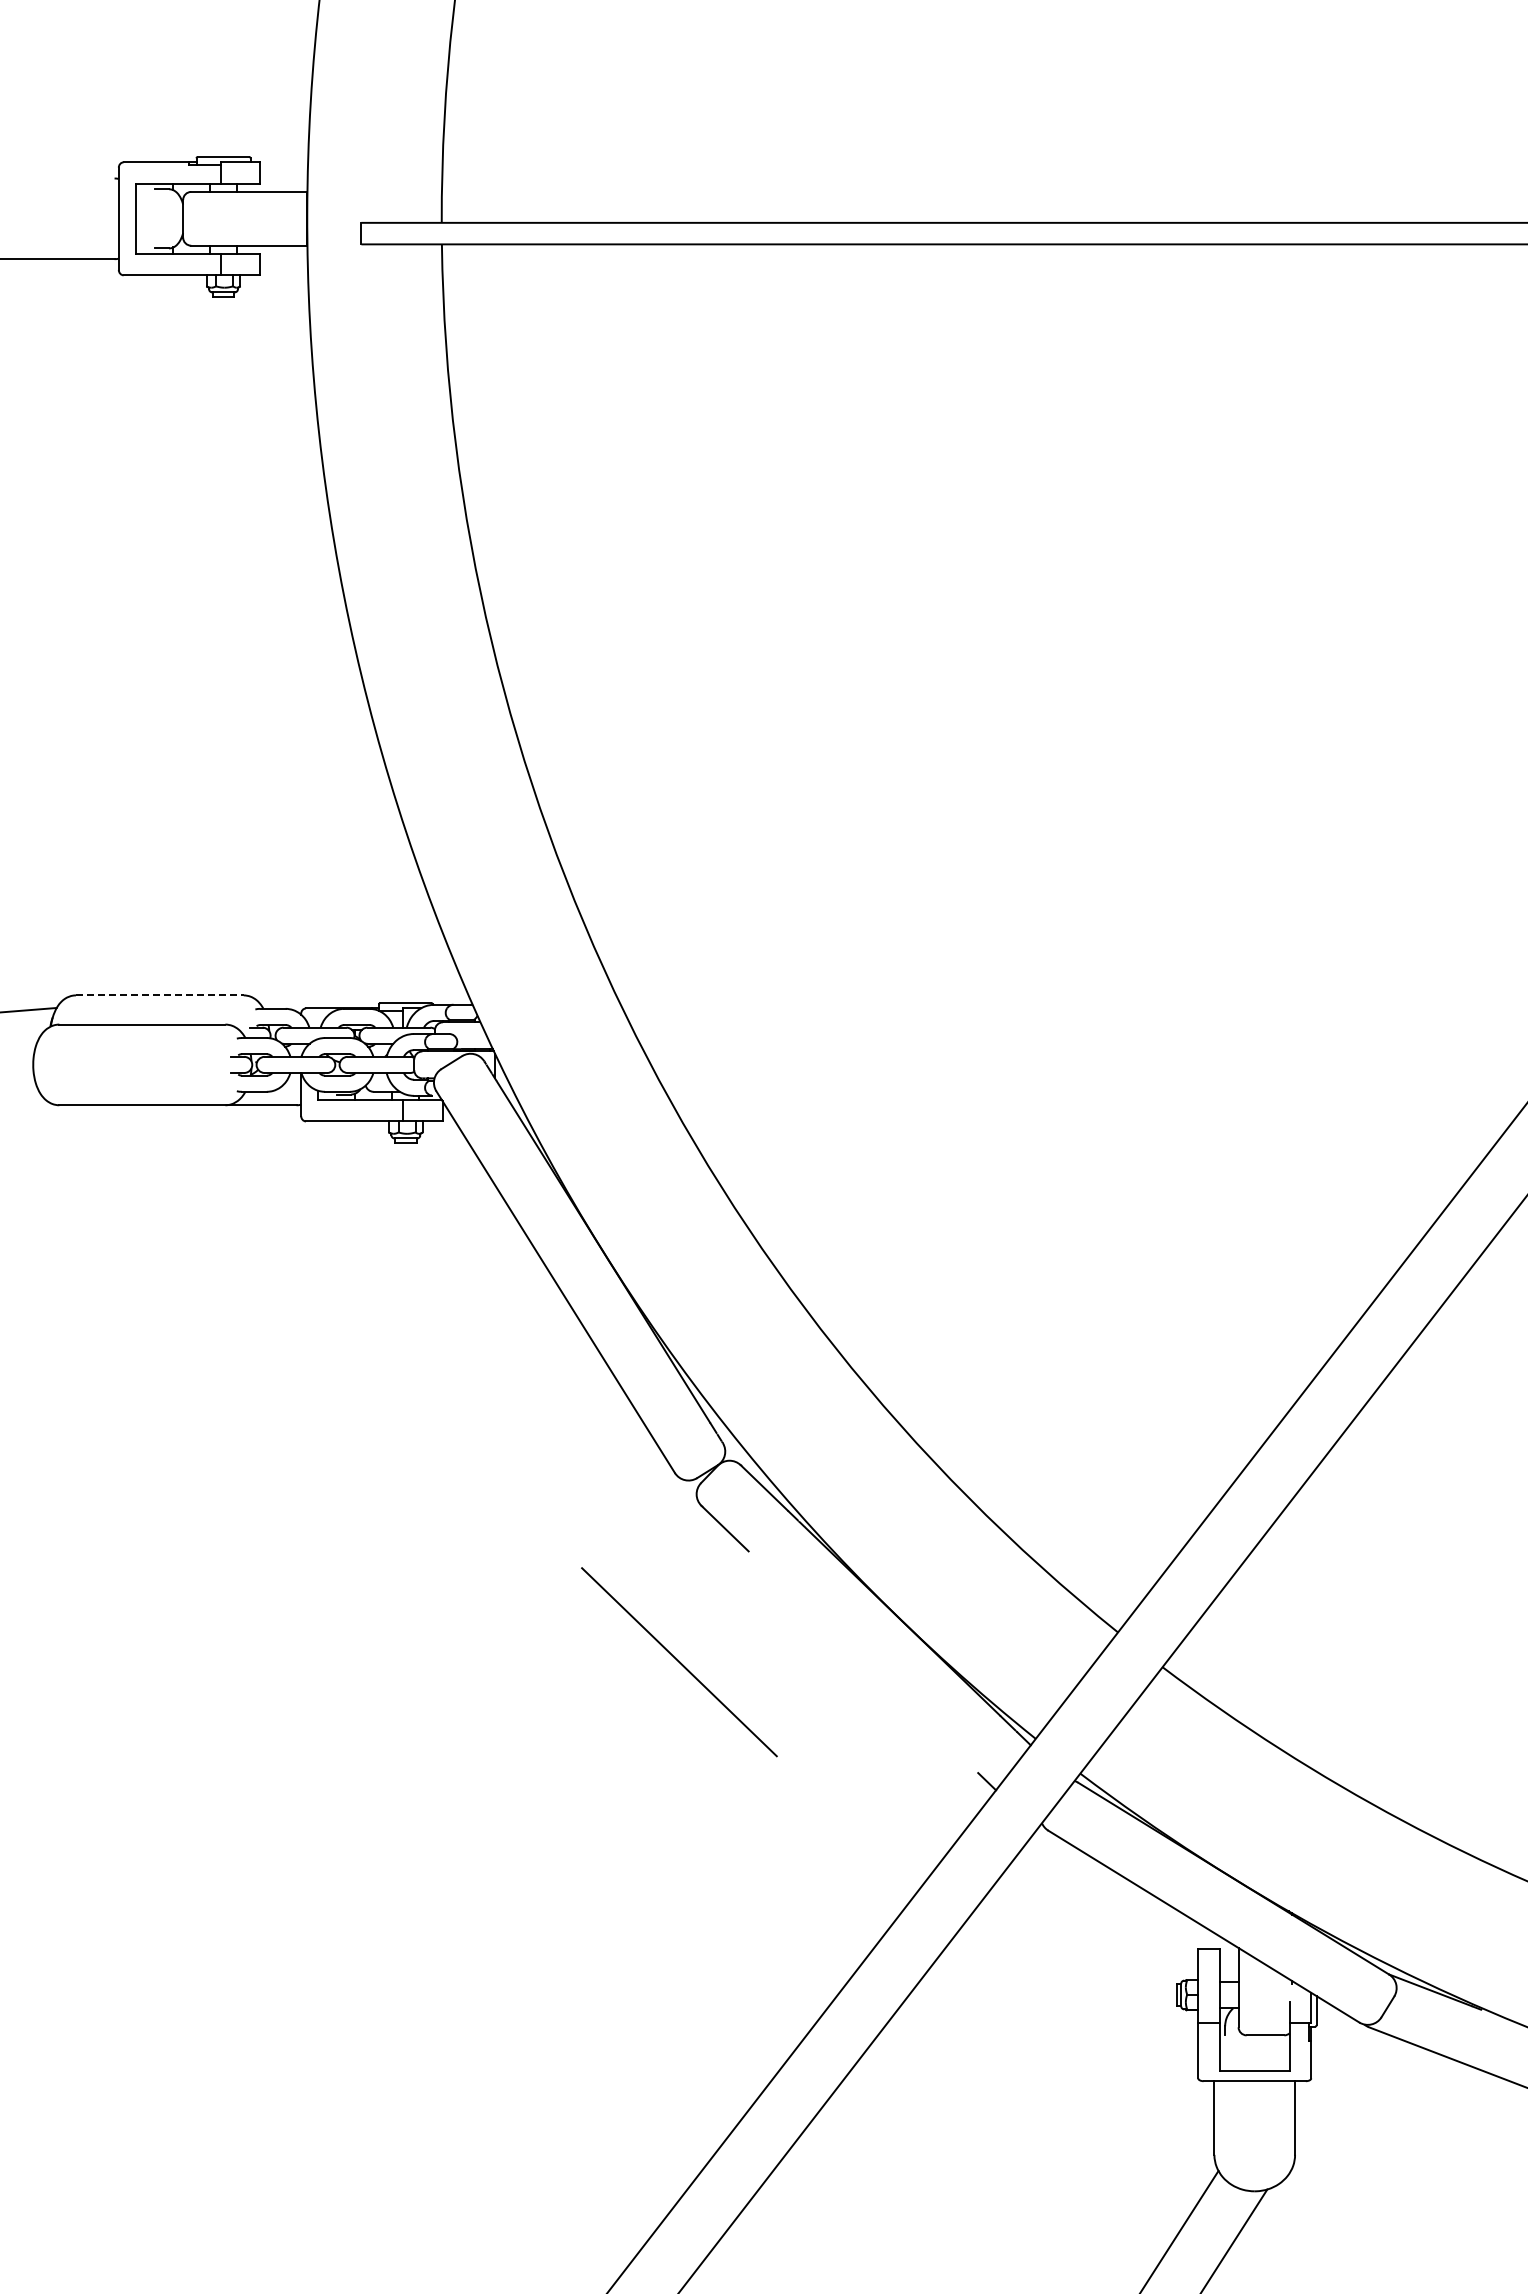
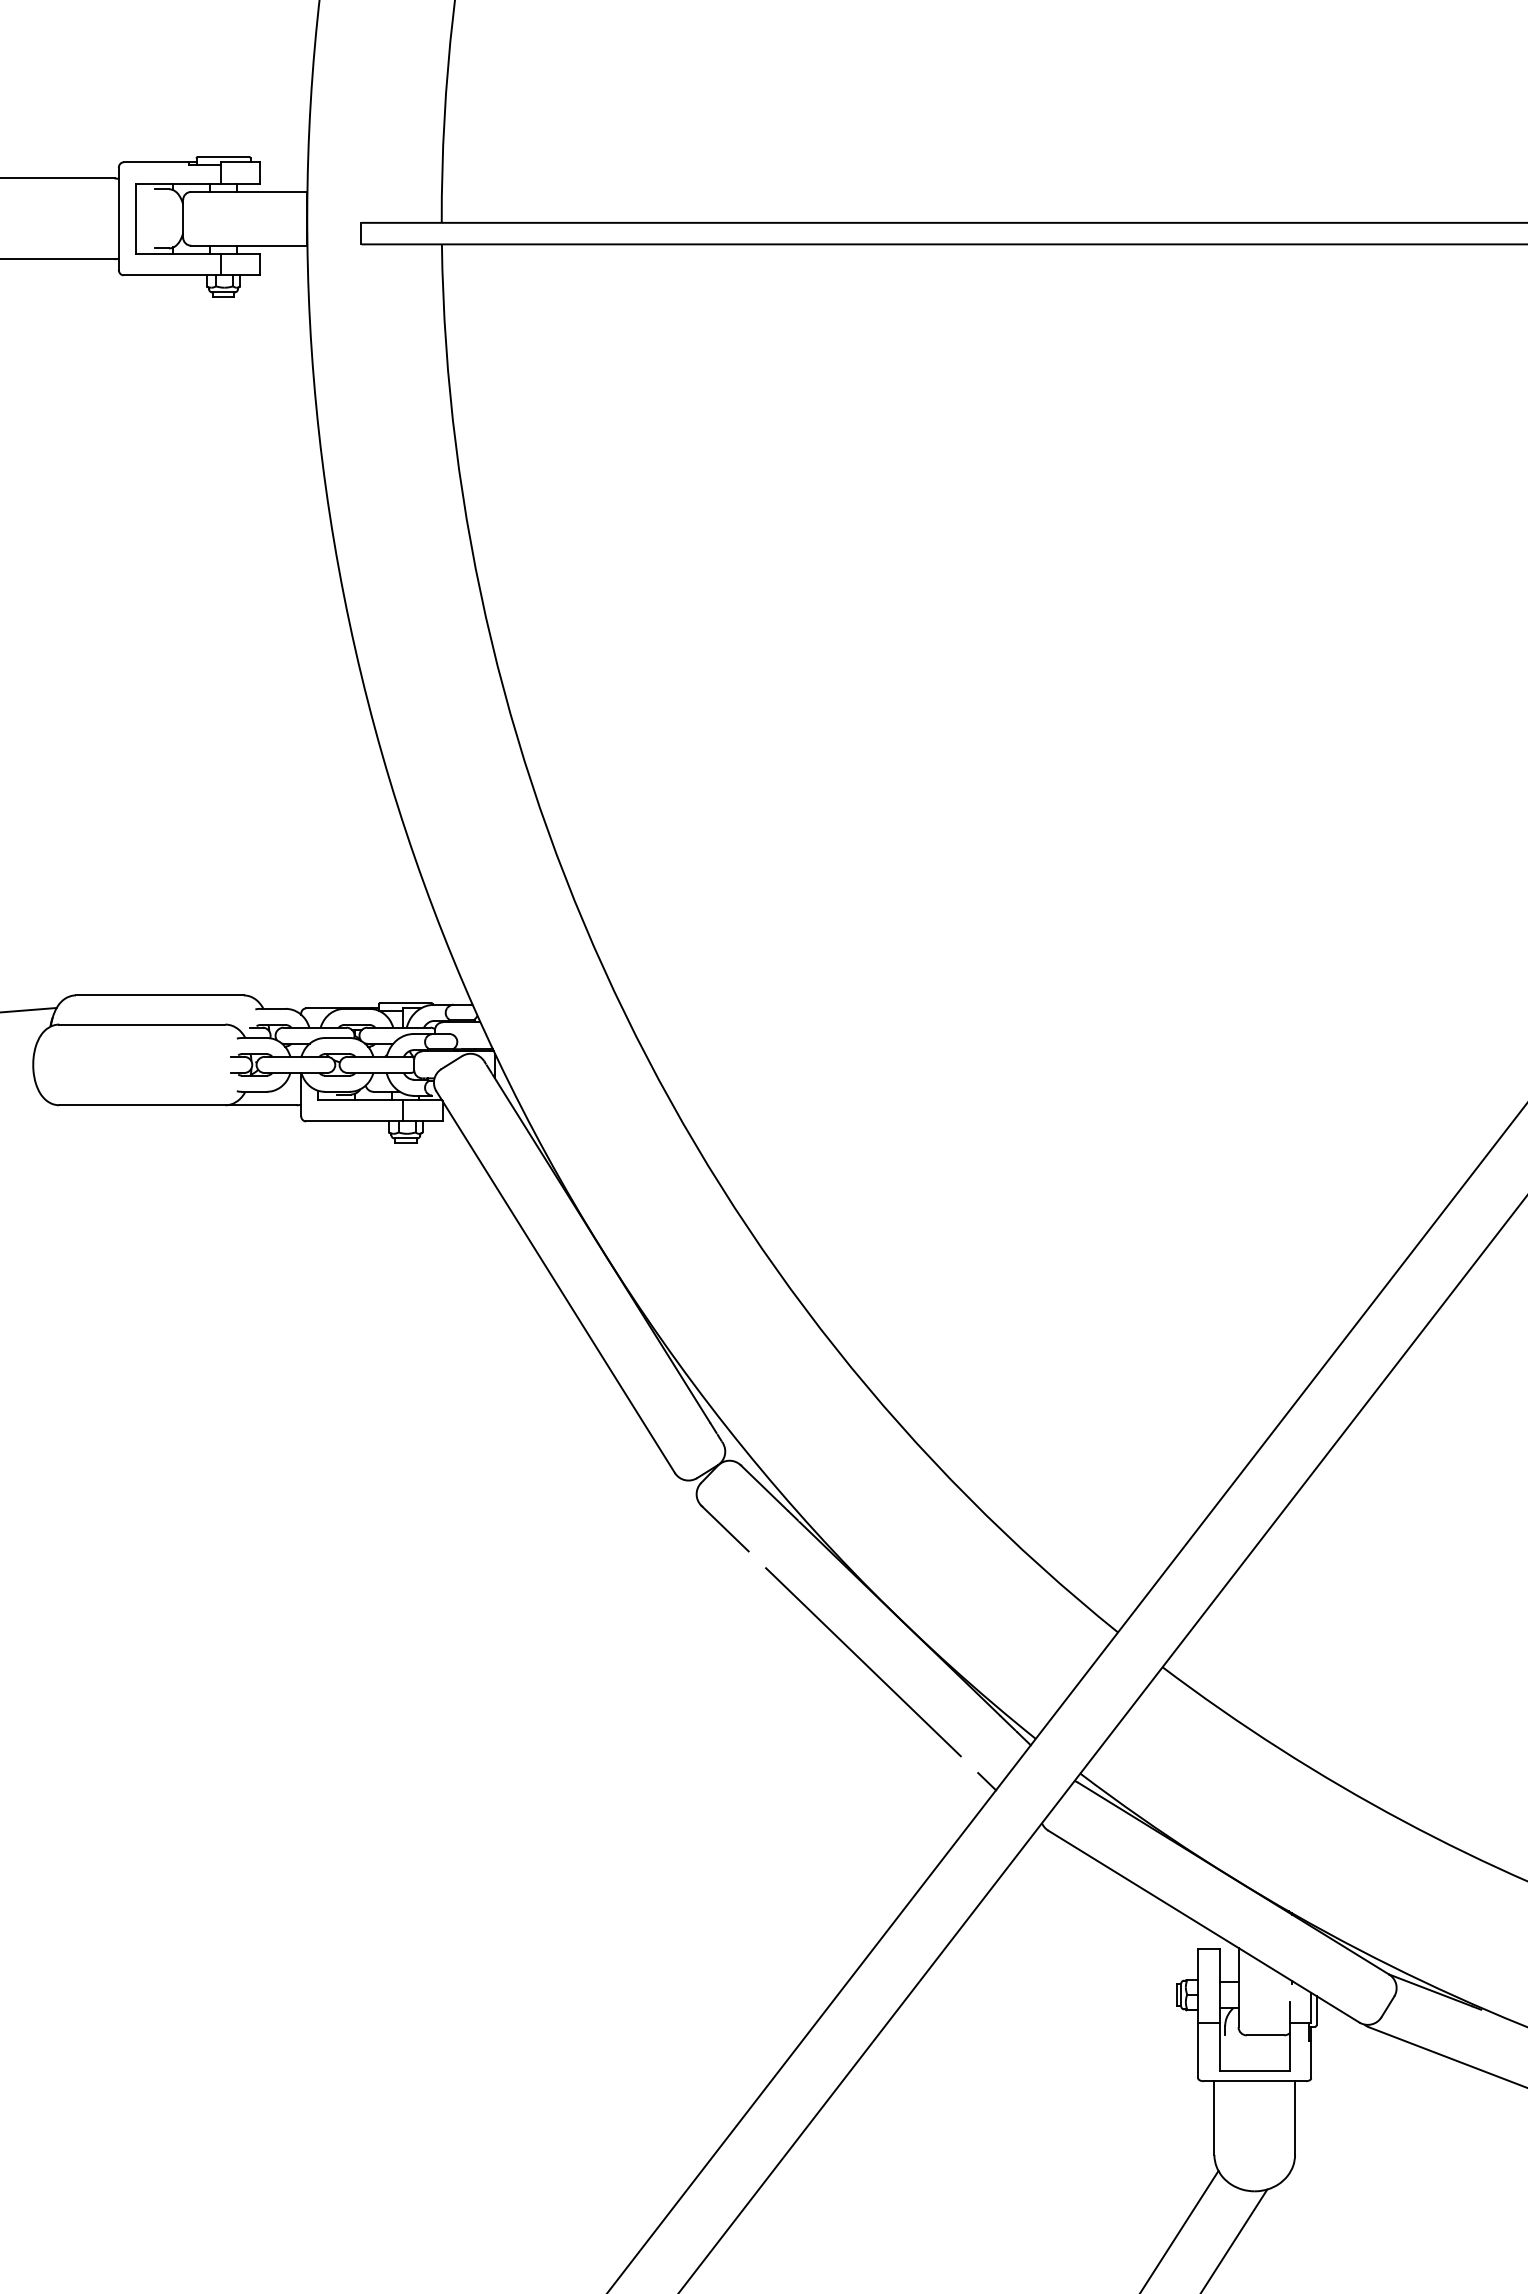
line at (58, 178): none -> present
line at (159, 995): dashed -> solid
line at (679, 1662) position: (679, 1662) -> (863, 1662)
